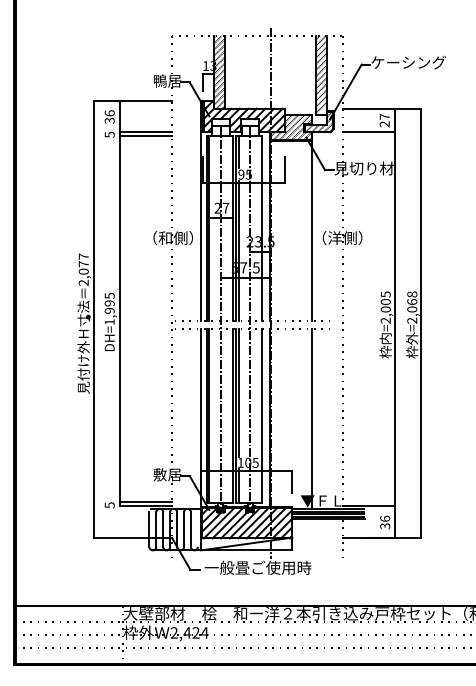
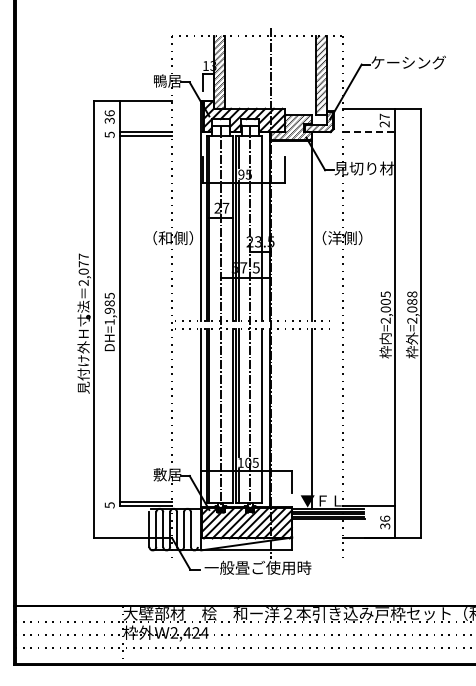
line at (369, 132): solid -> dashed
text at (412, 301): =2,068 -> =2,088
text at (109, 303): DH=1,995 -> DH=1,985
